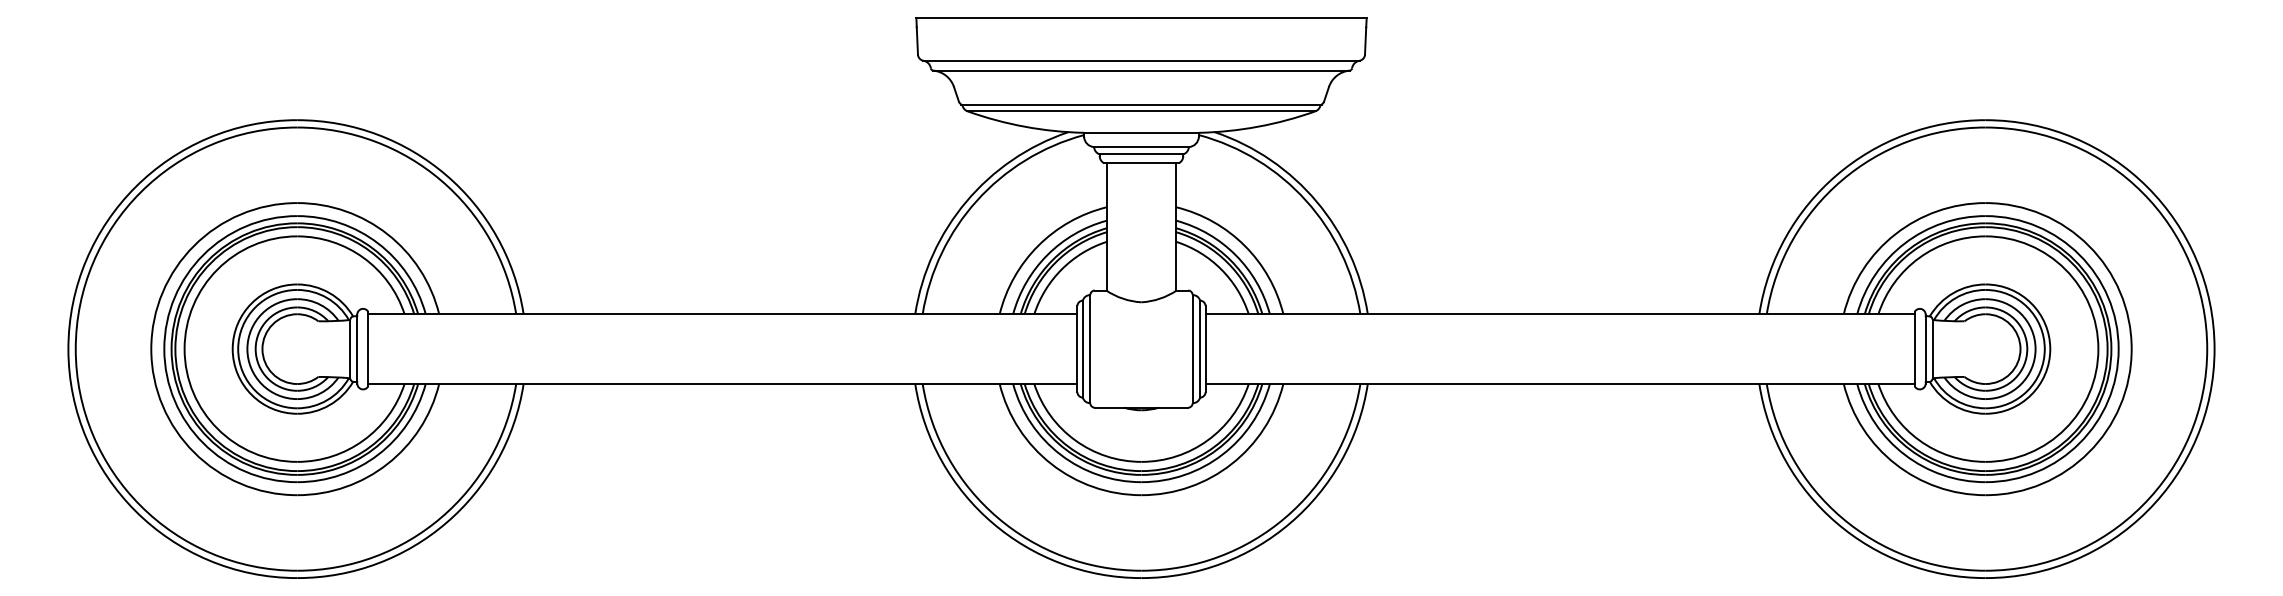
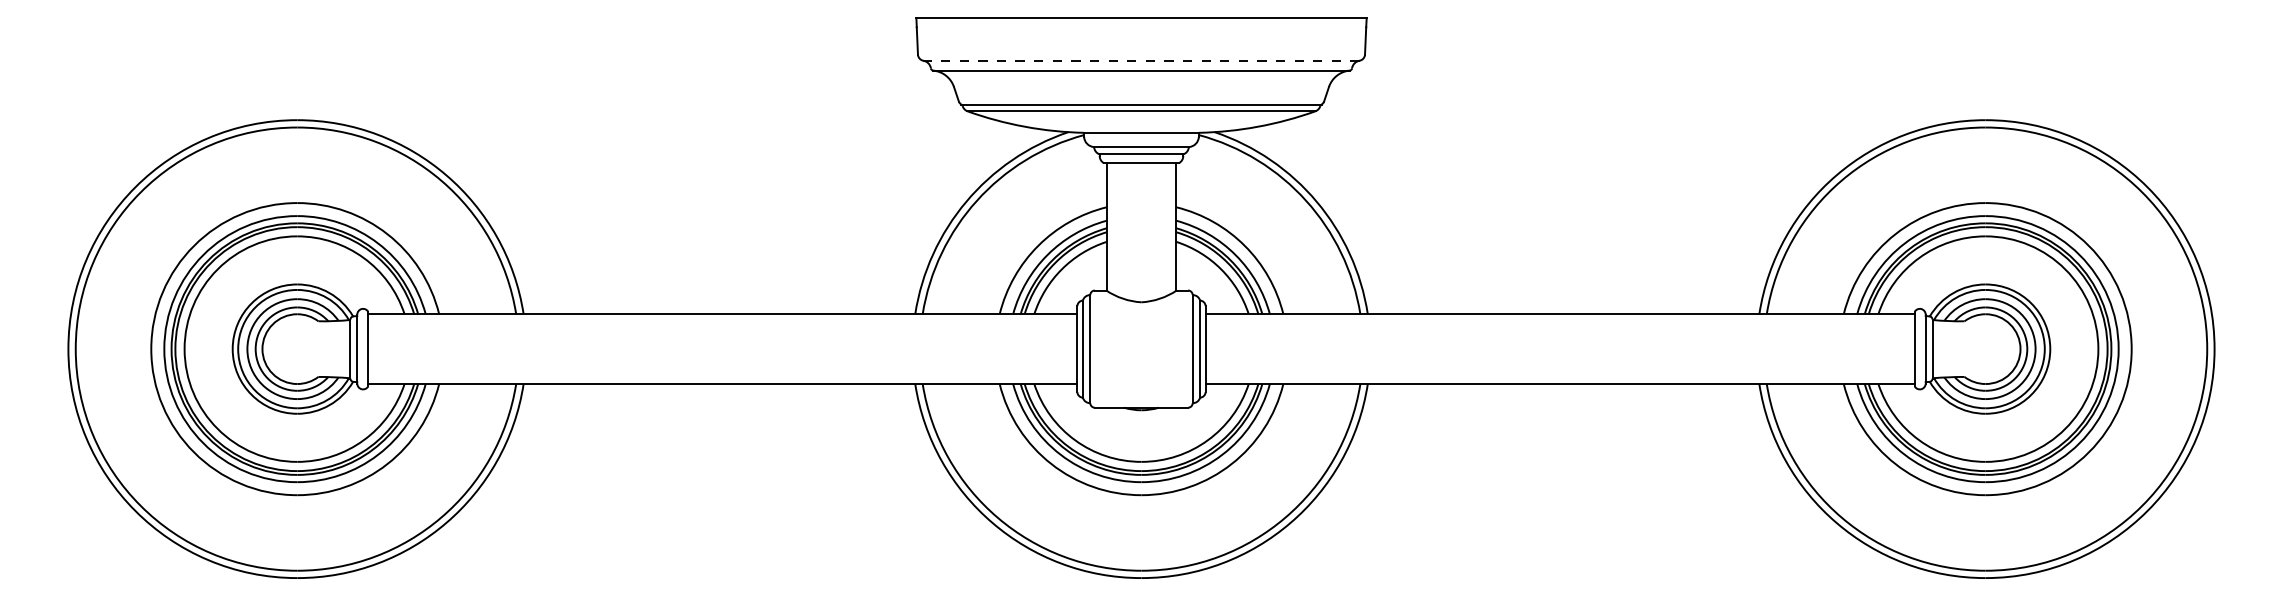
line at (1140, 60): solid -> dashed
